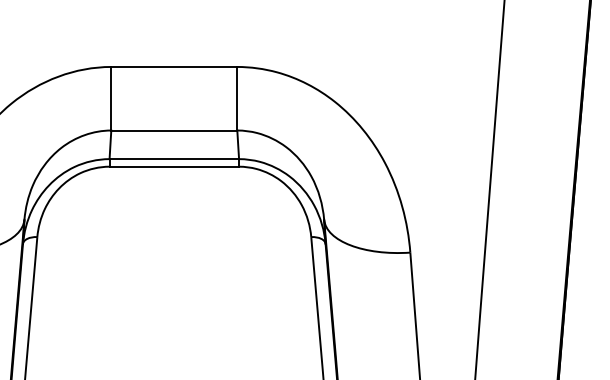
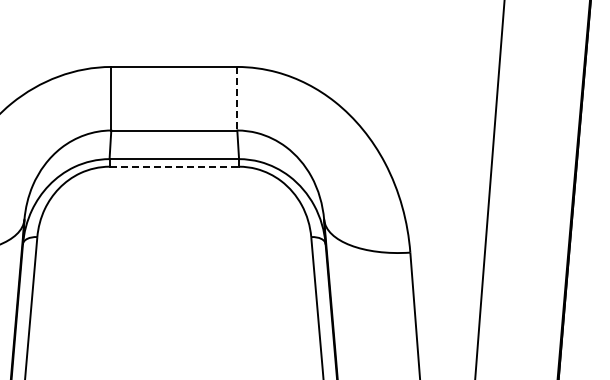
line at (237, 98): solid -> dashed
line at (174, 166): solid -> dashed
